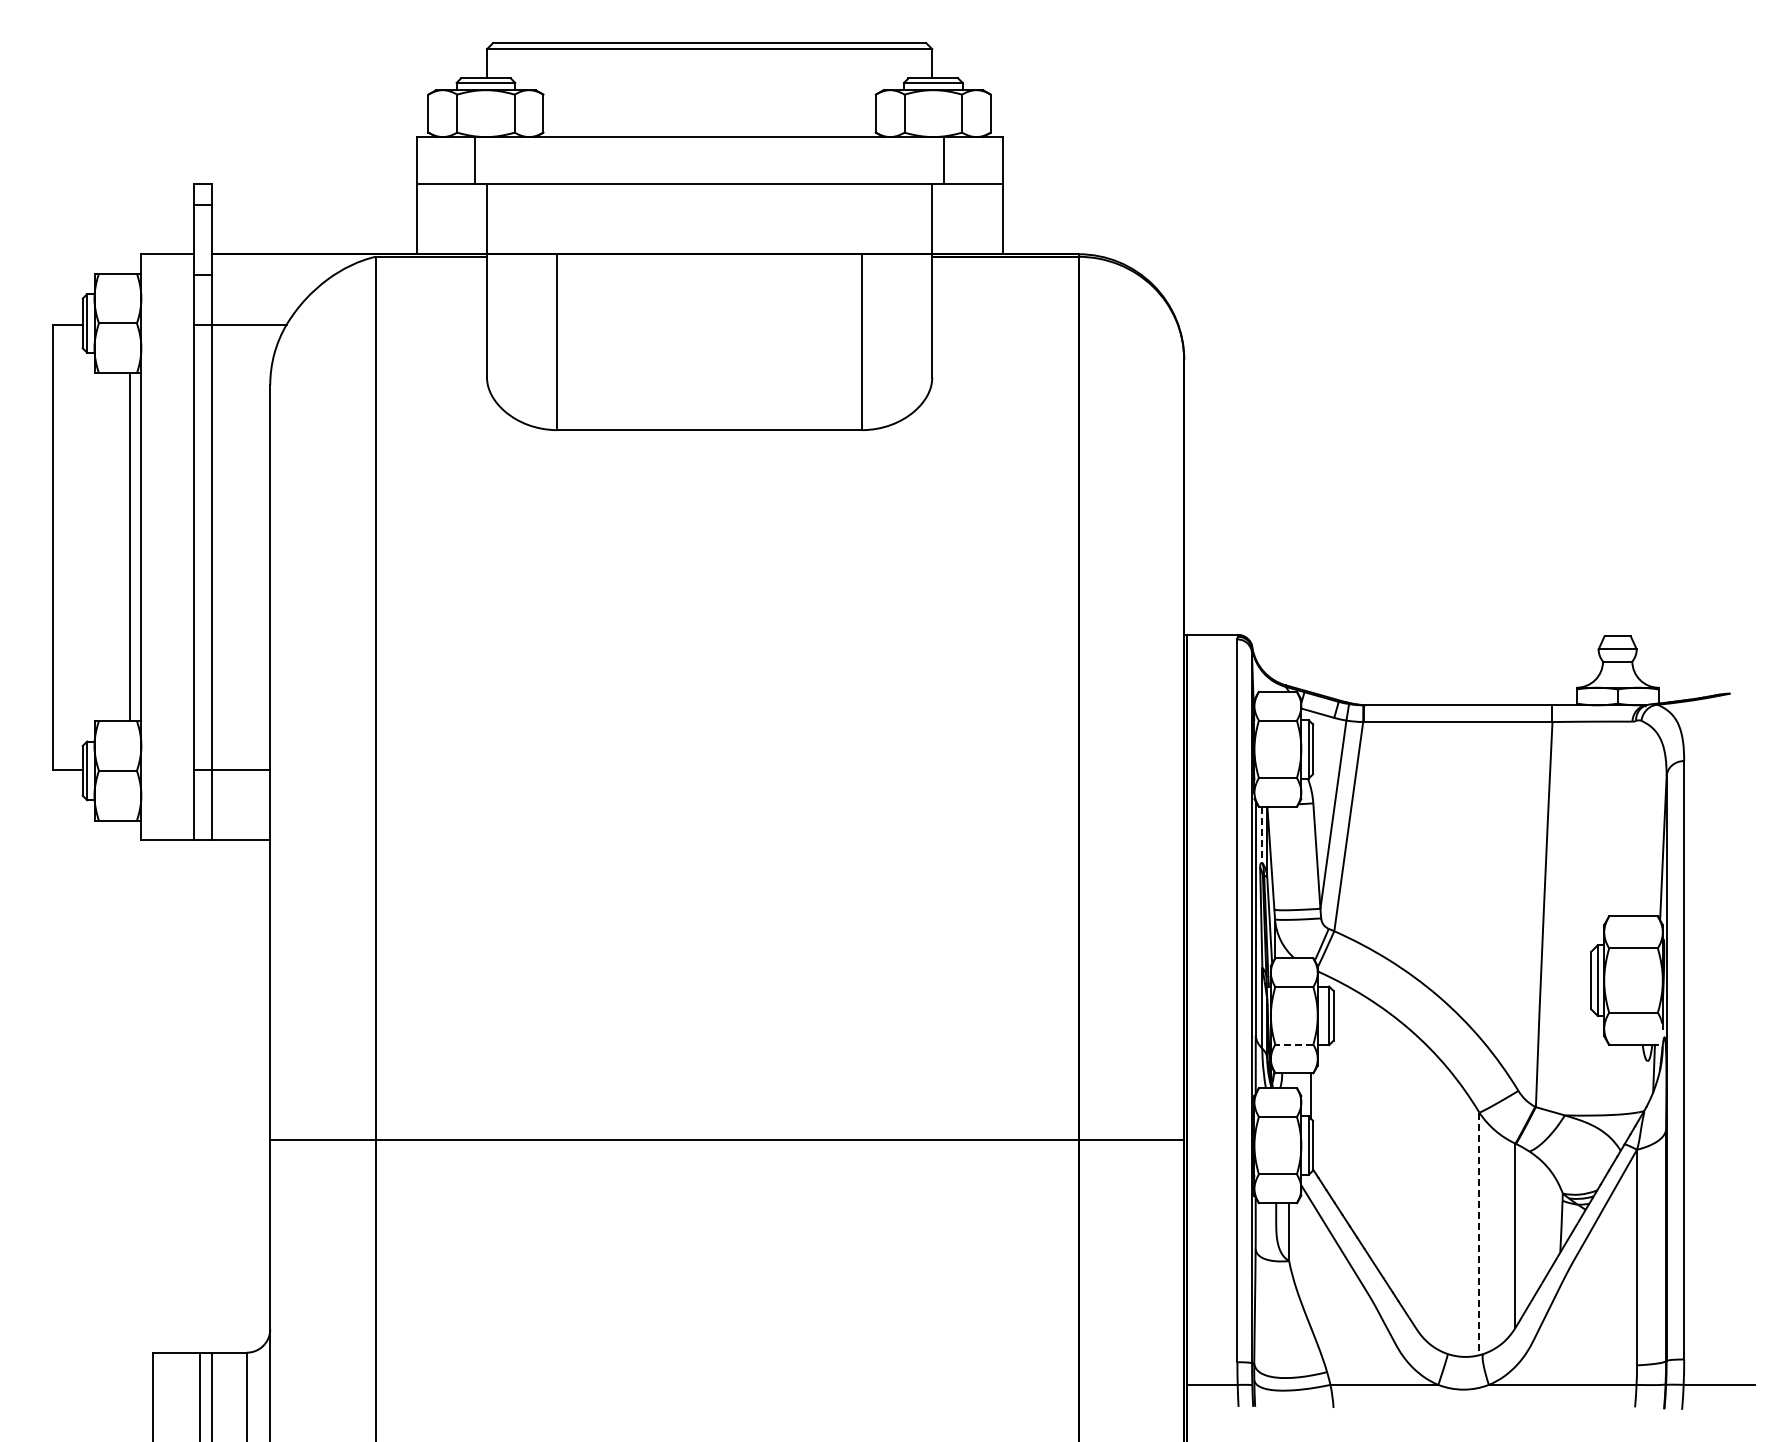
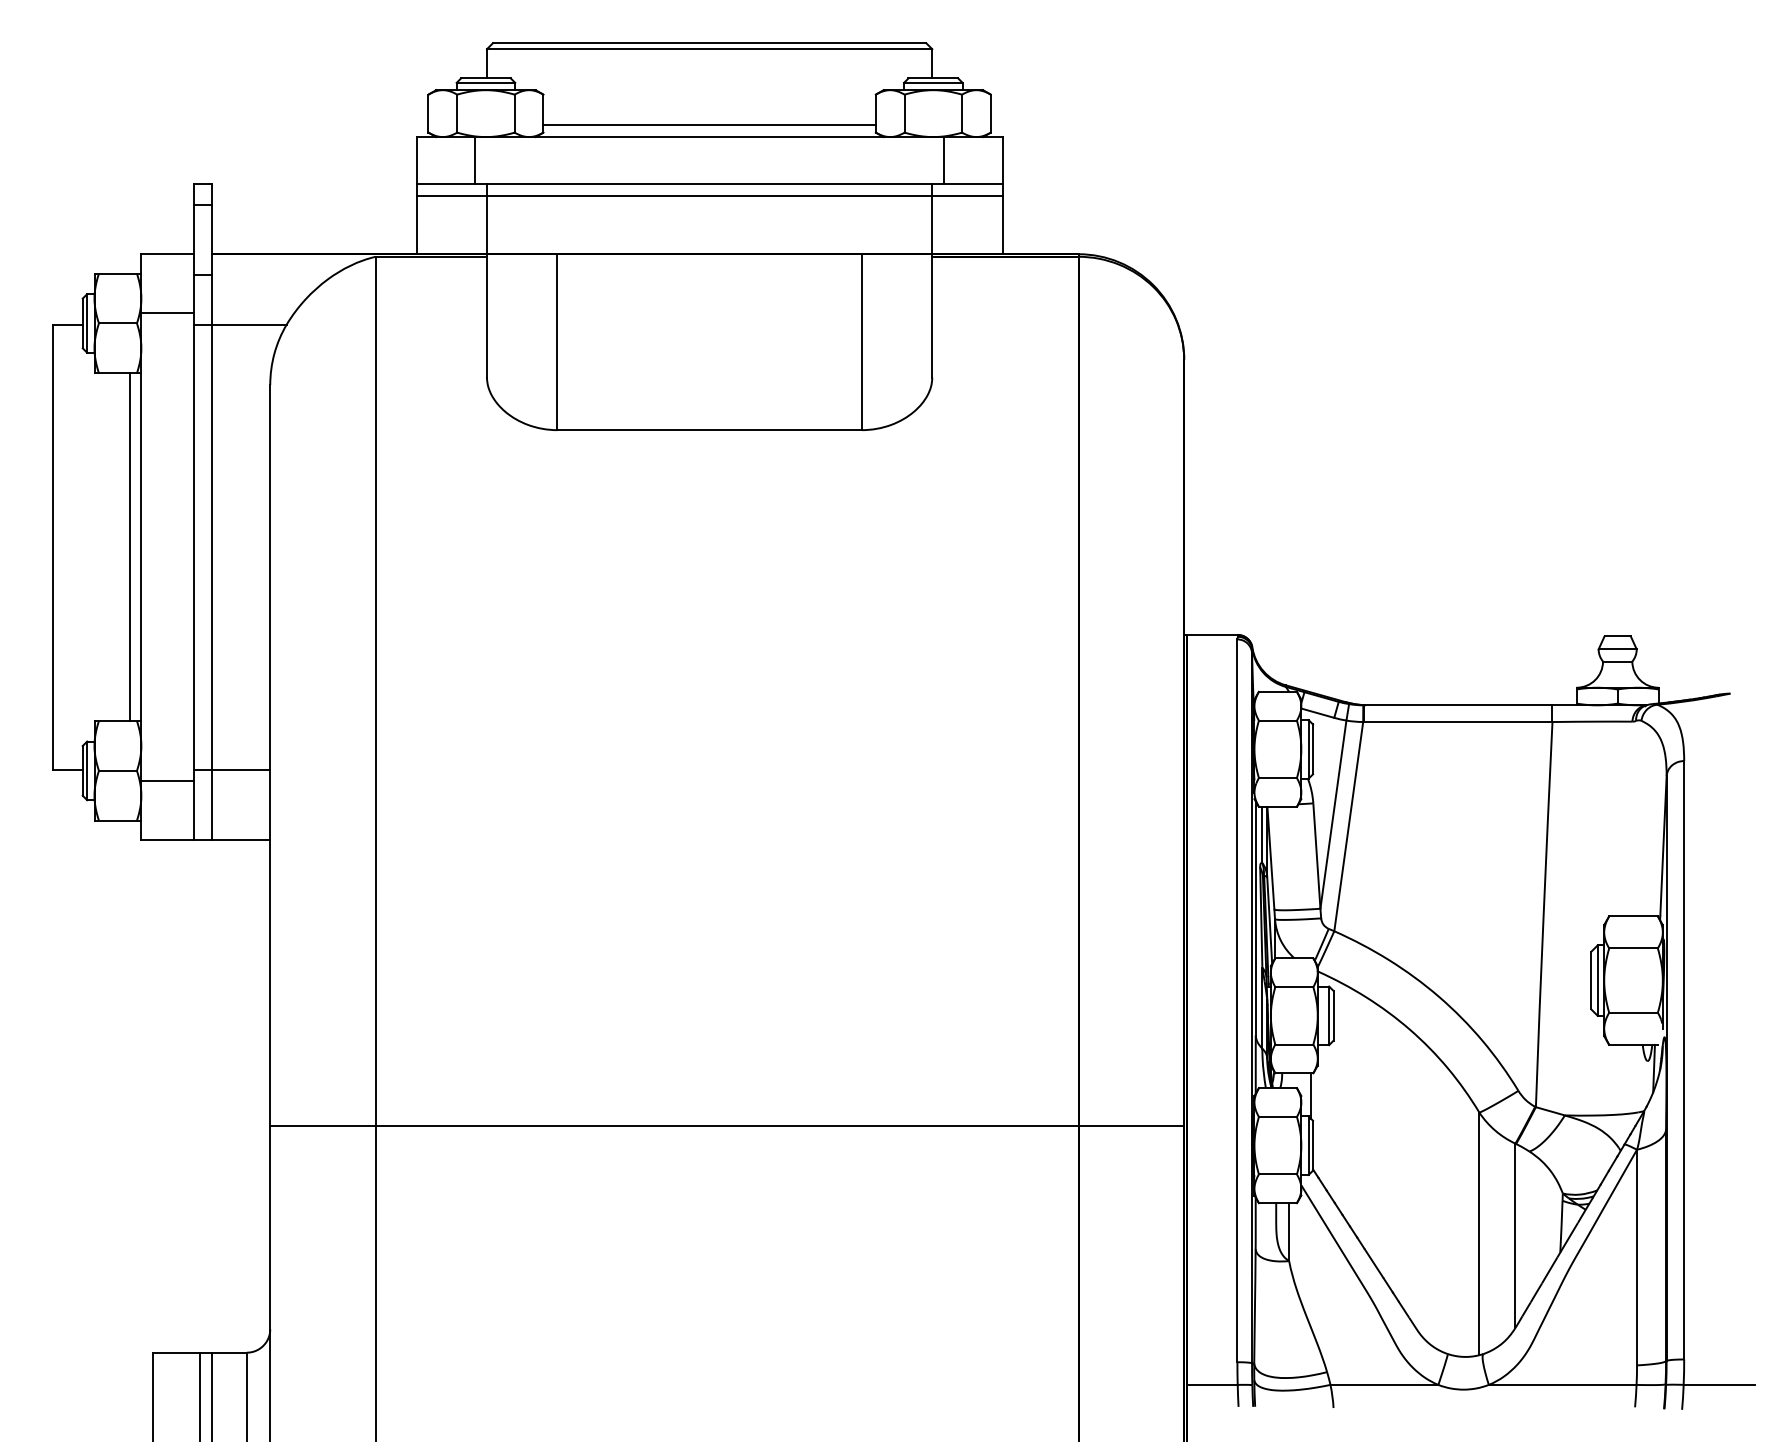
line at (709, 125): none -> present
line at (709, 195): none -> present
line at (167, 312): none -> present
line at (167, 781): none -> present
line at (1262, 835): dashed -> solid
line at (1293, 1044): dashed -> solid
line at (727, 1140) position: (727, 1140) -> (727, 1126)
line at (1479, 1234): dashed -> solid
